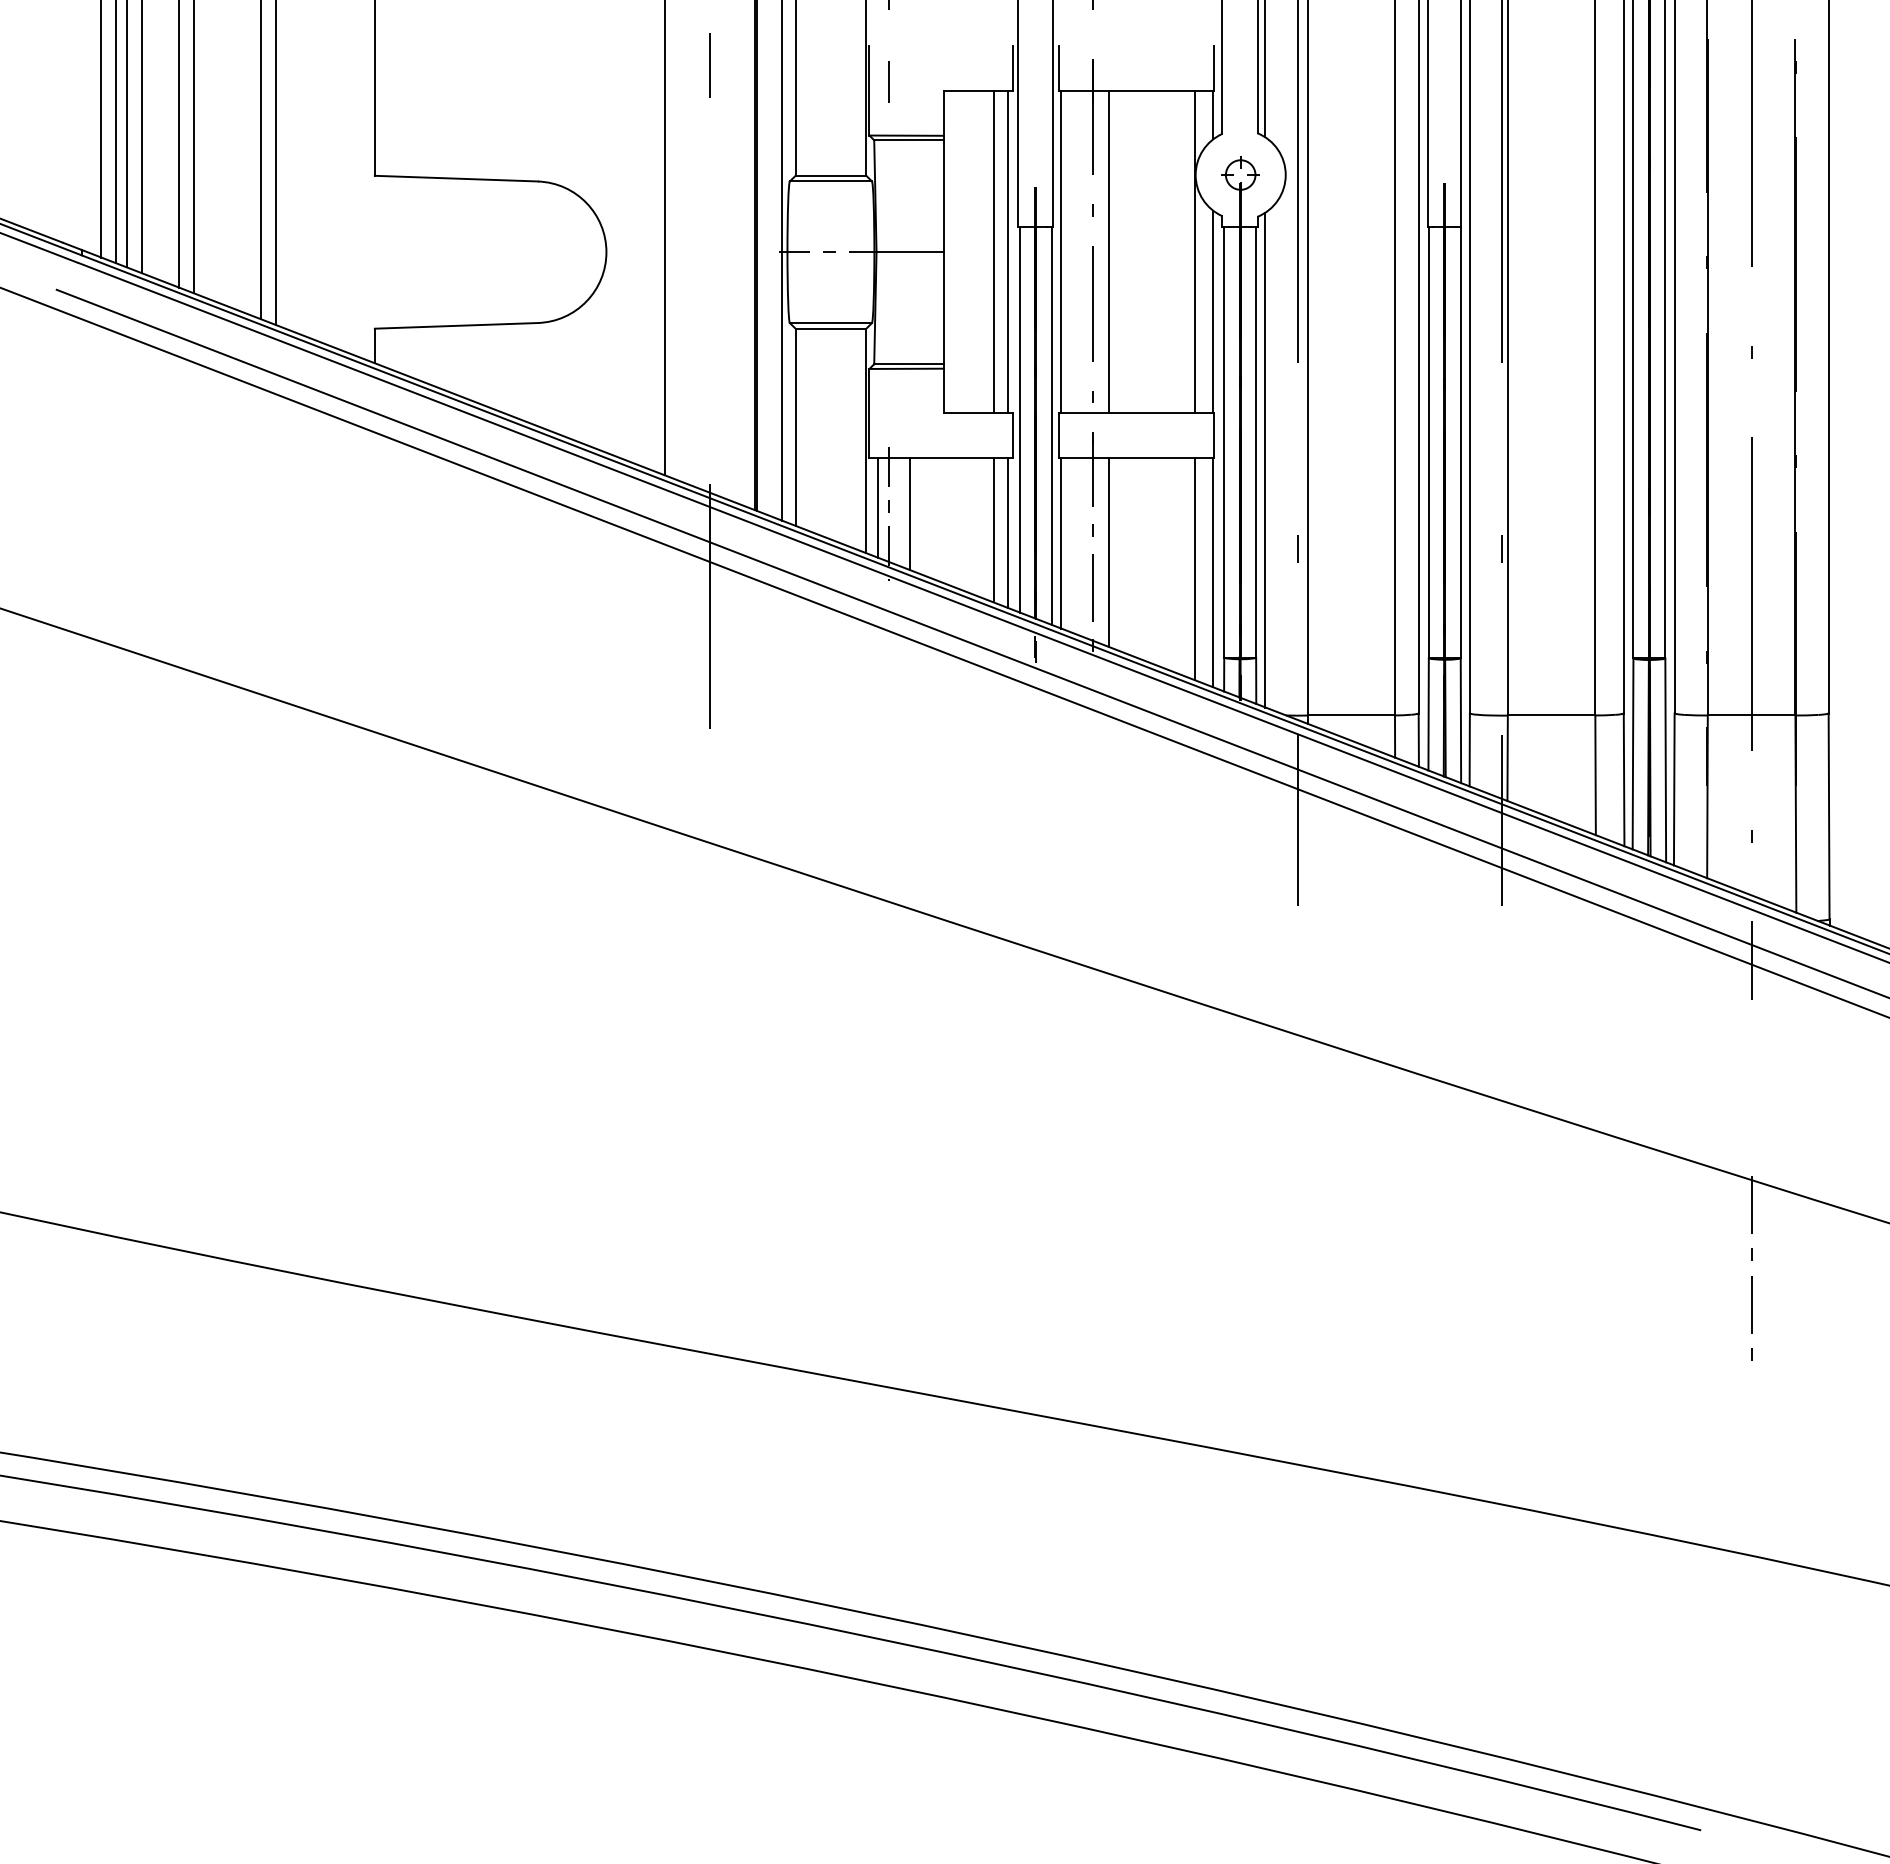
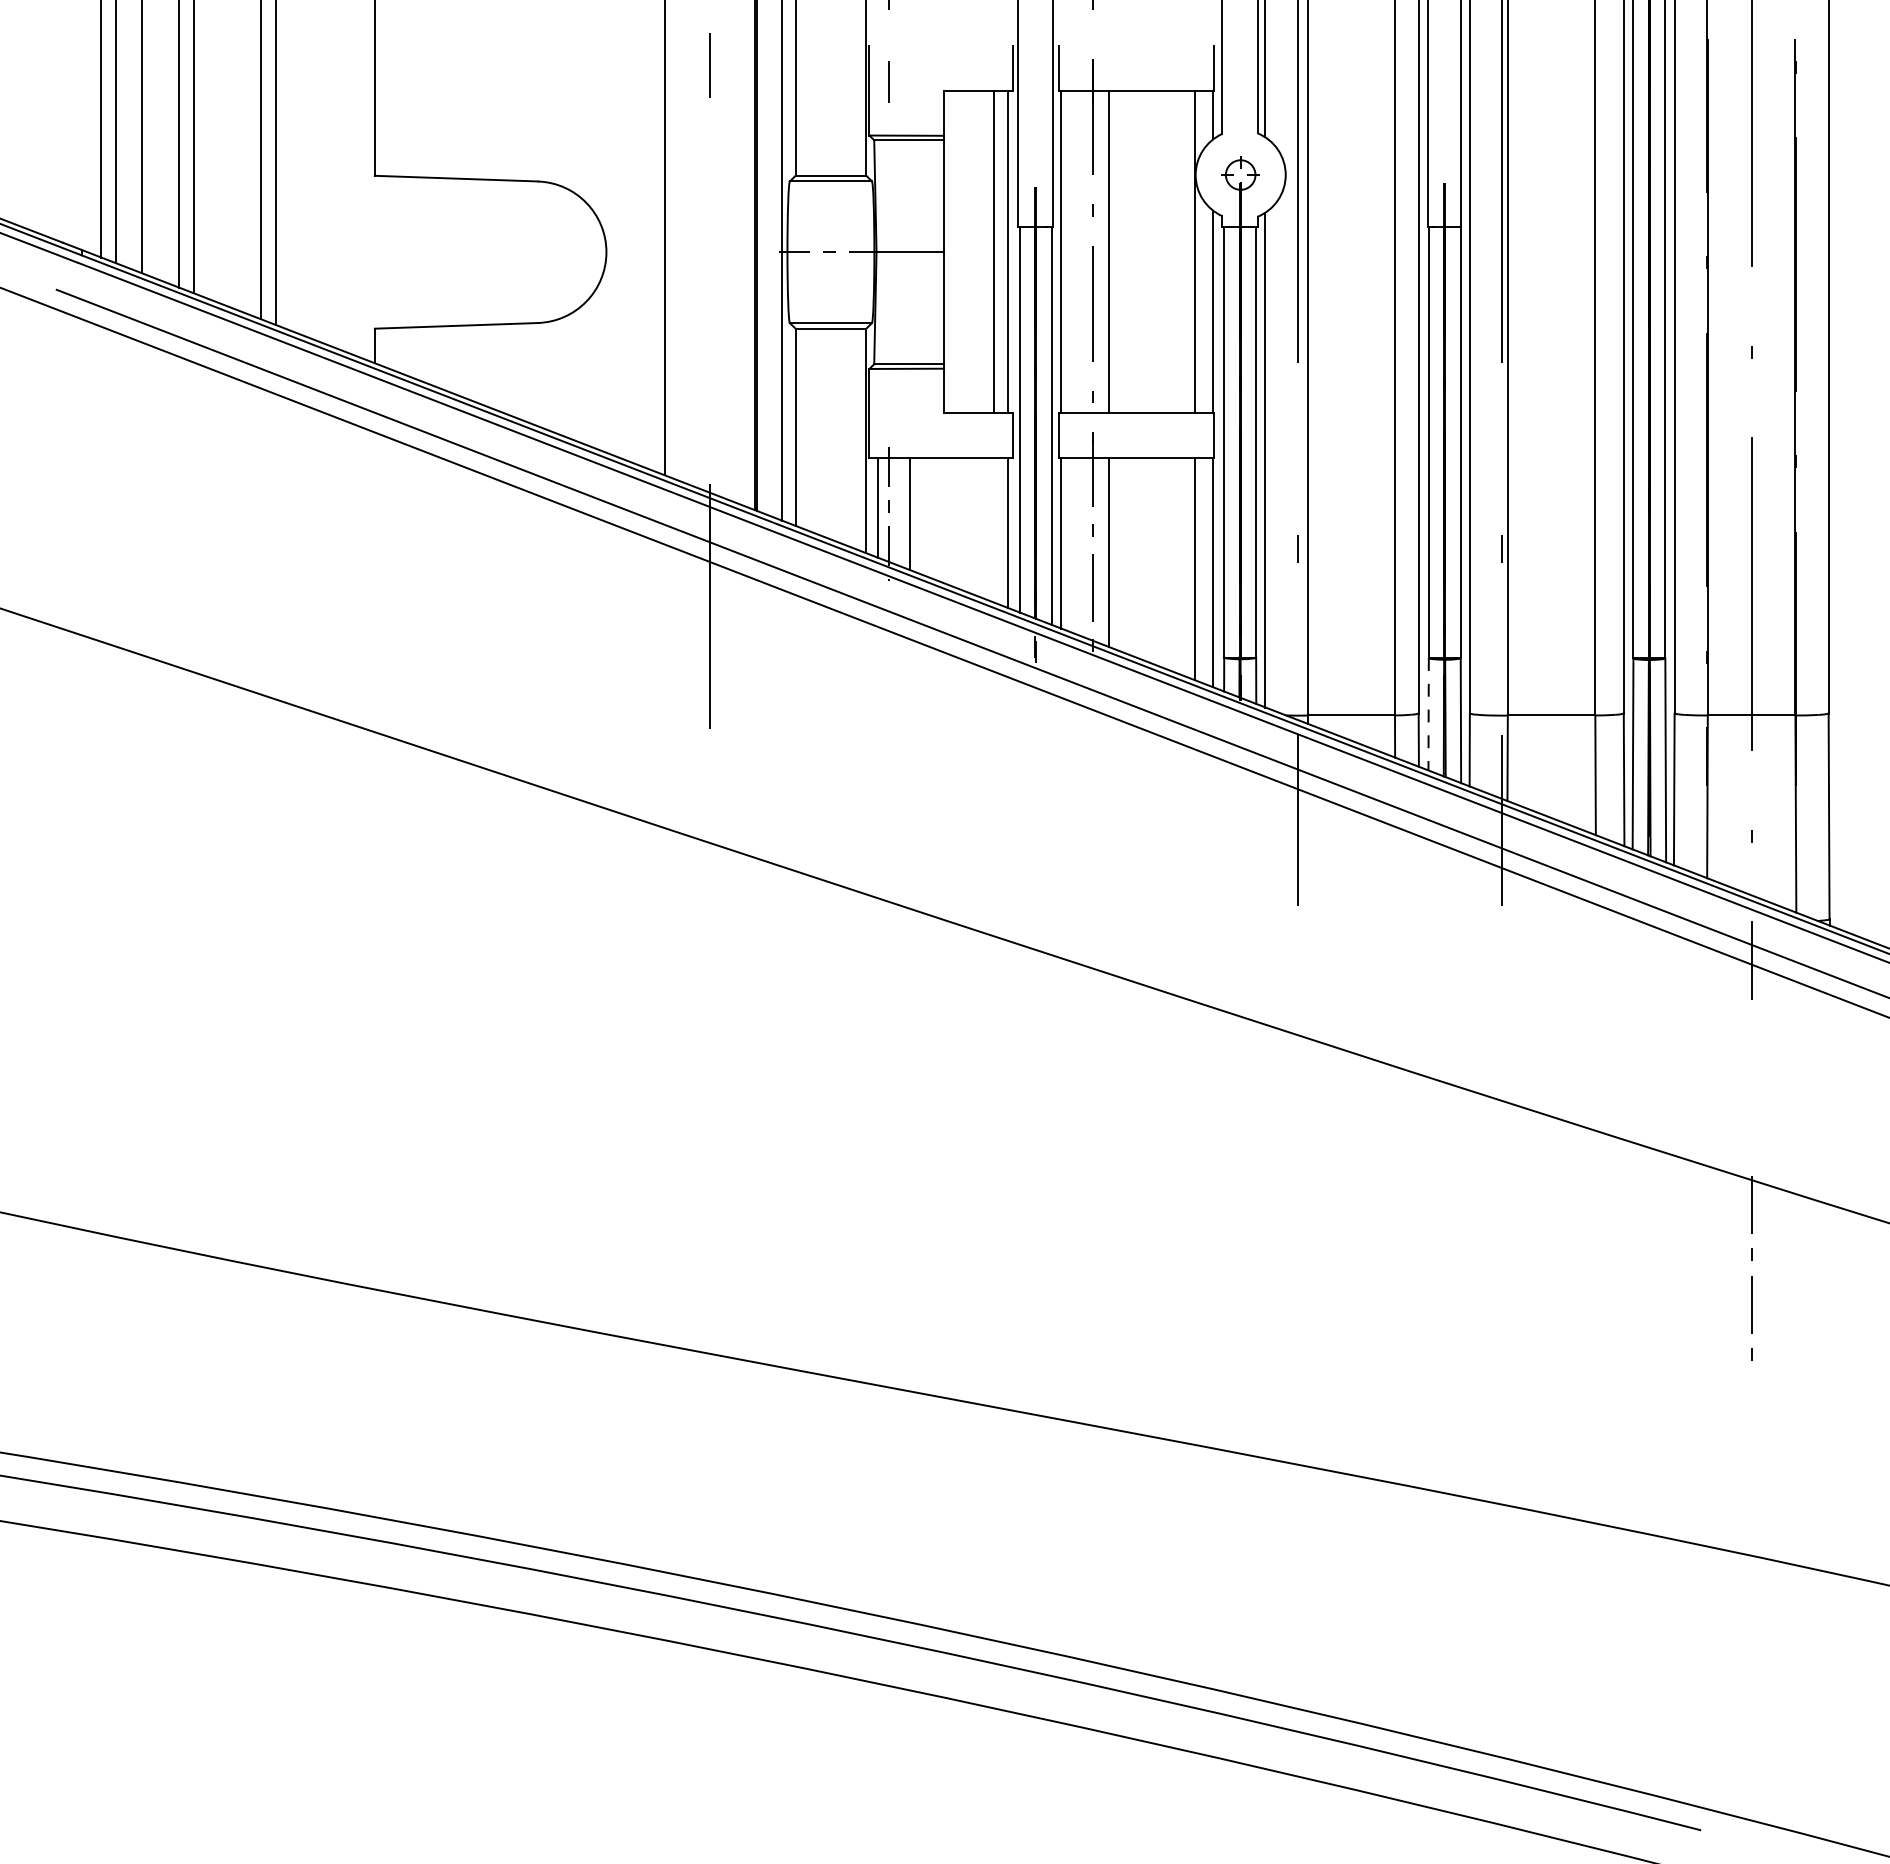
line at (126, 134): present -> none
line at (993, 530): present -> none
line at (1428, 714): solid -> dashed
